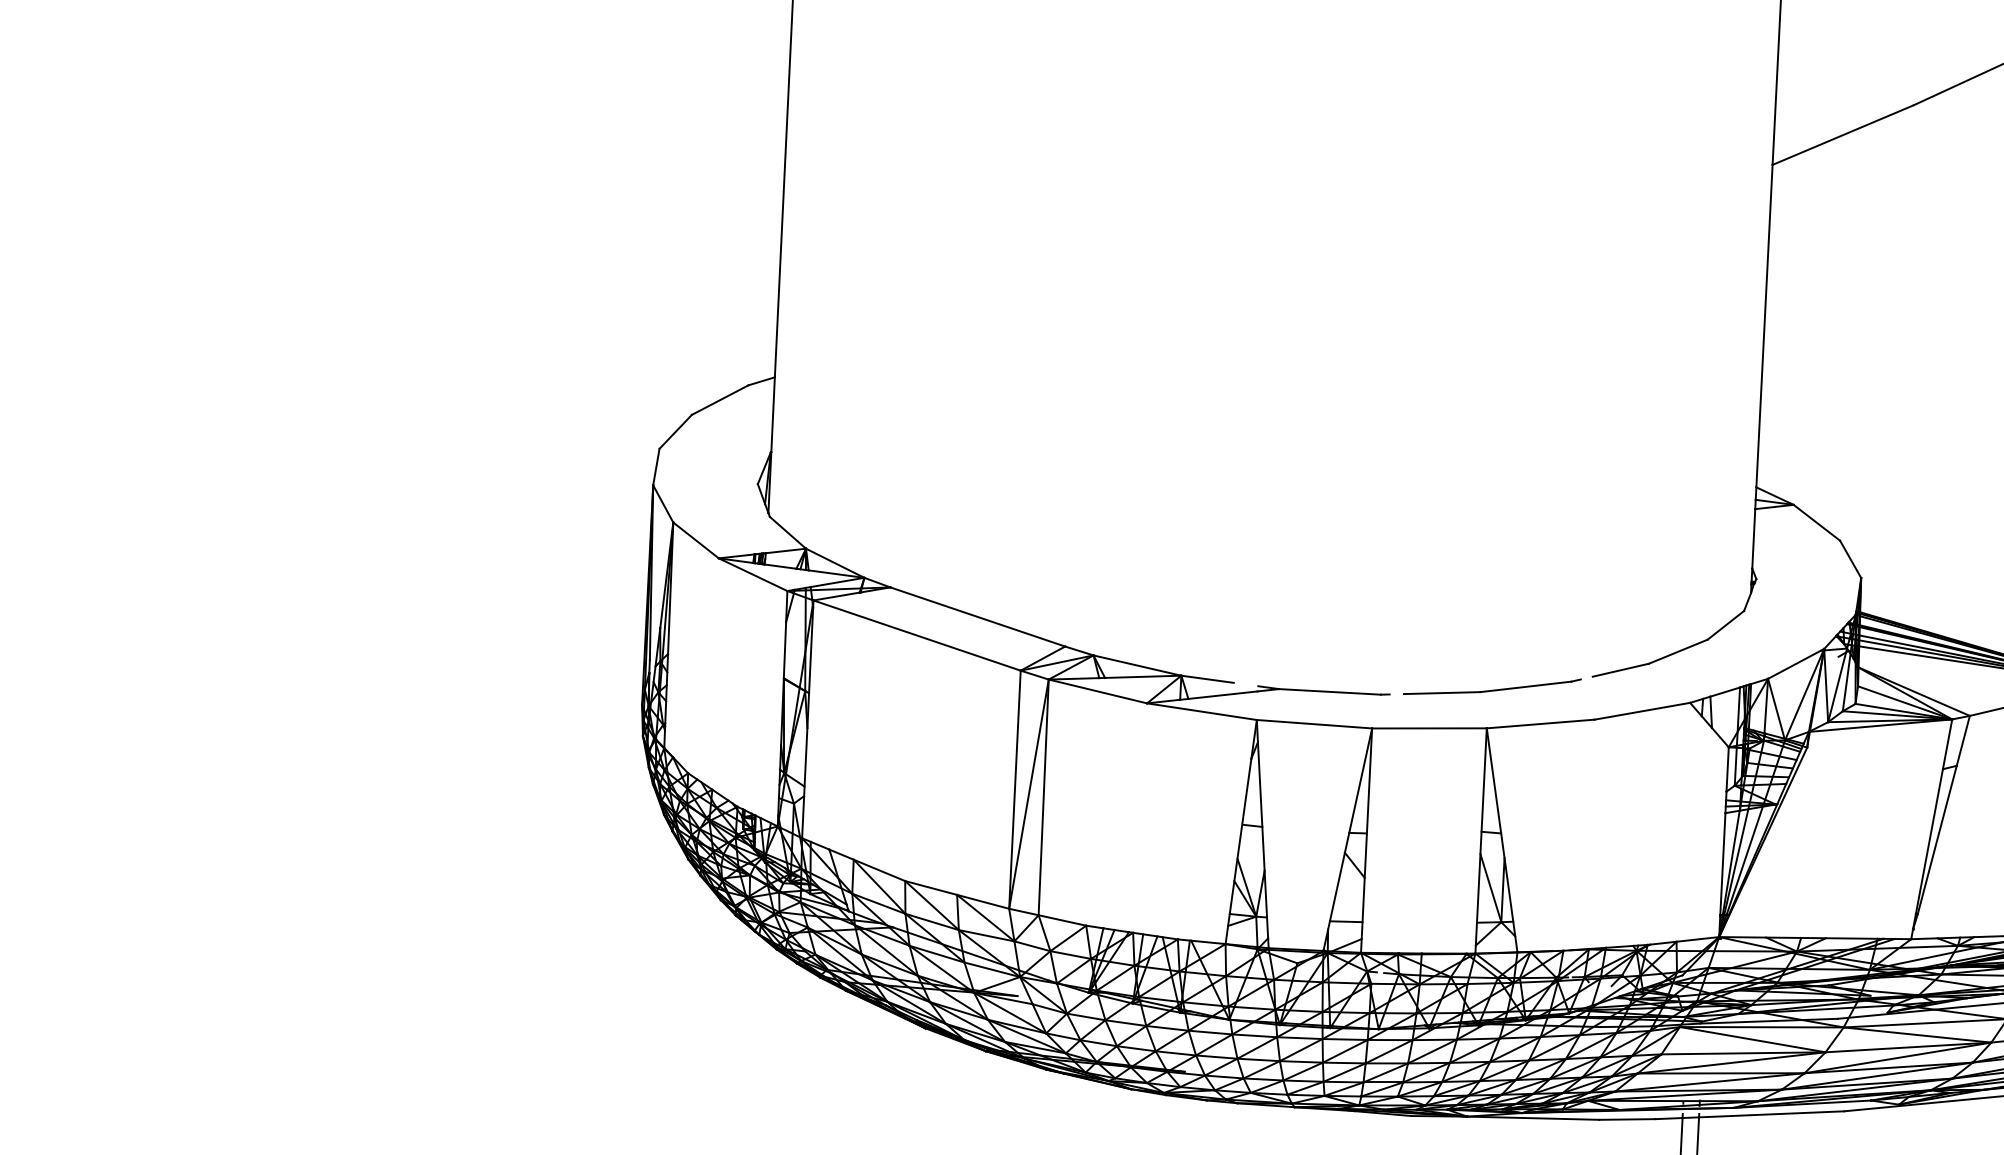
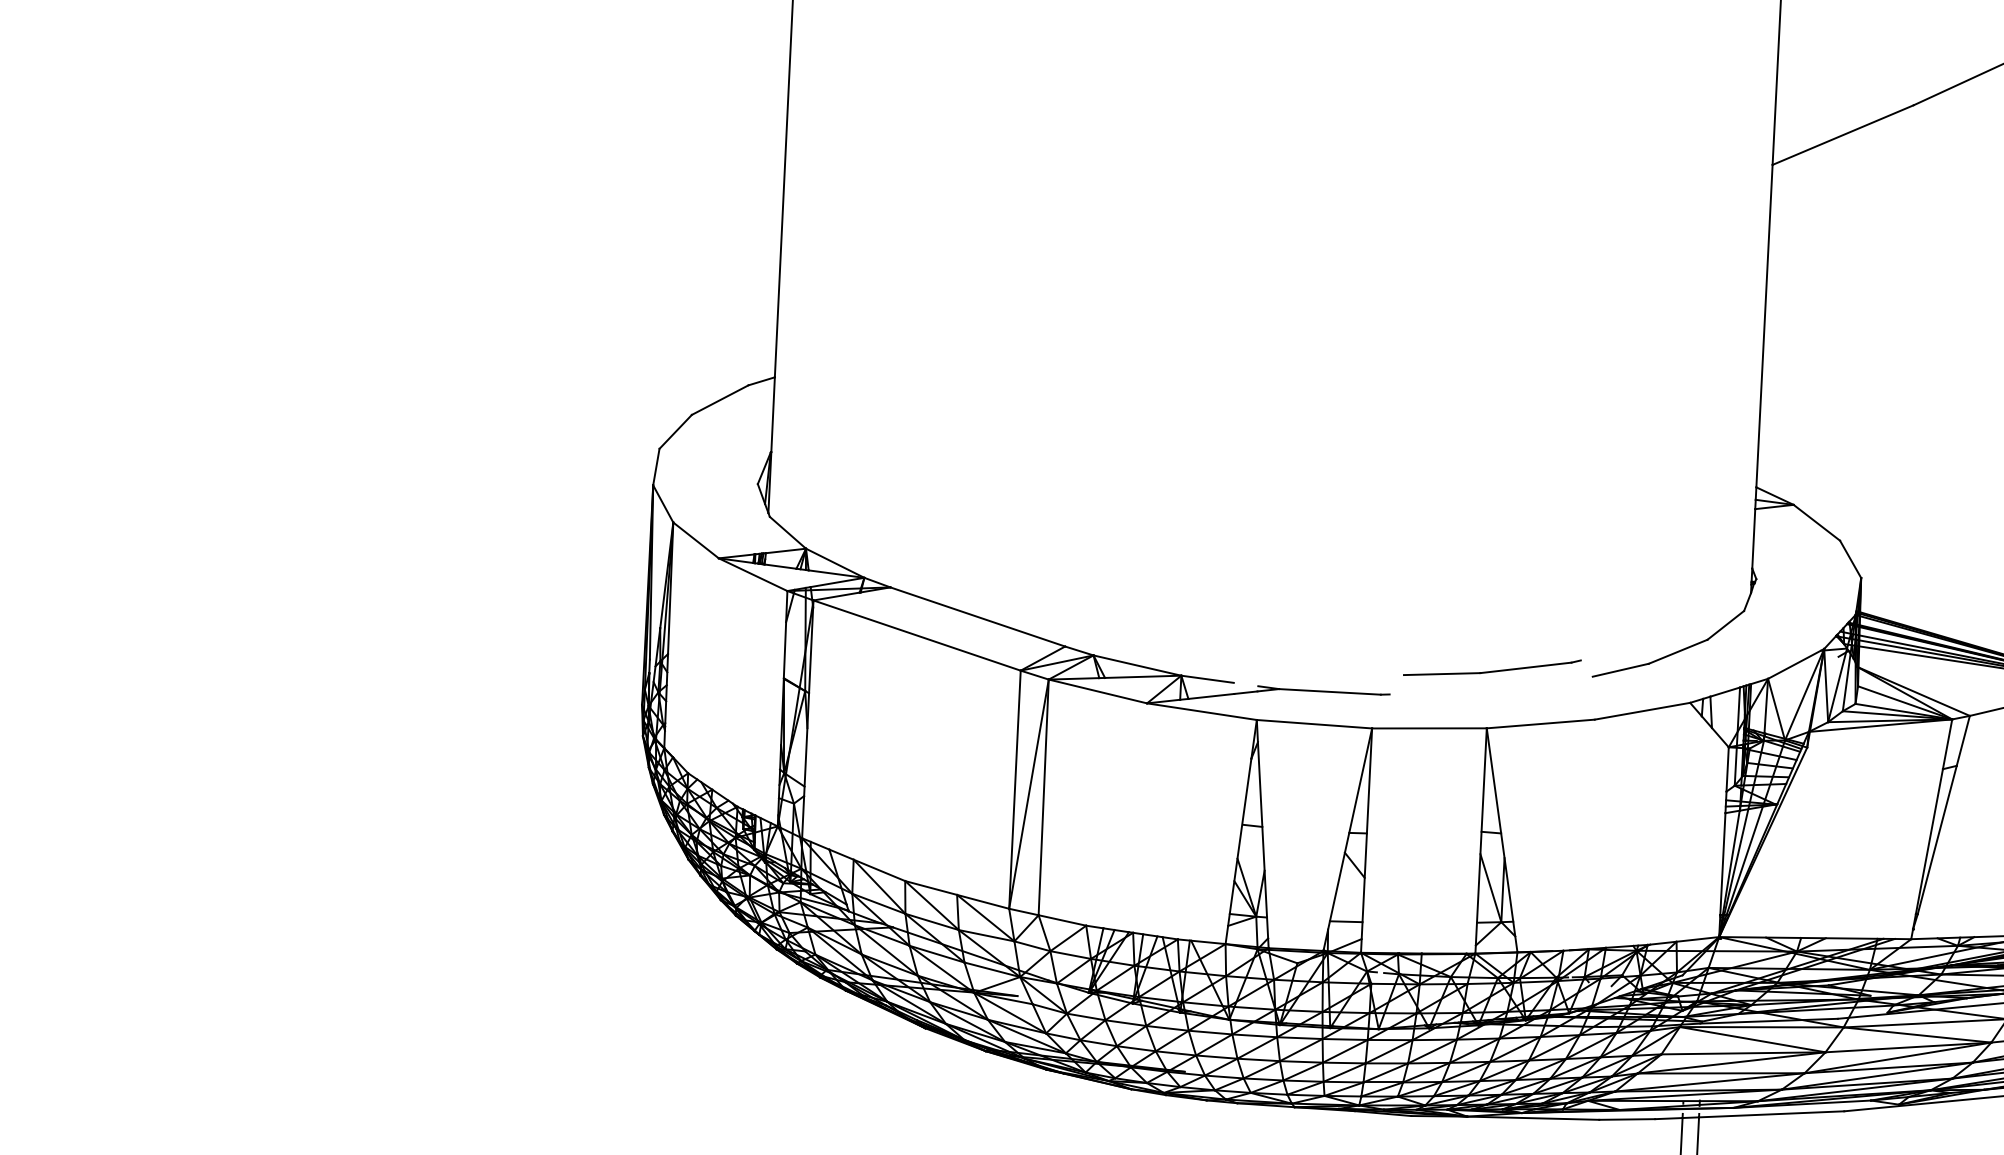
part at (1492, 686) position: (1492, 686) -> (1492, 667)
